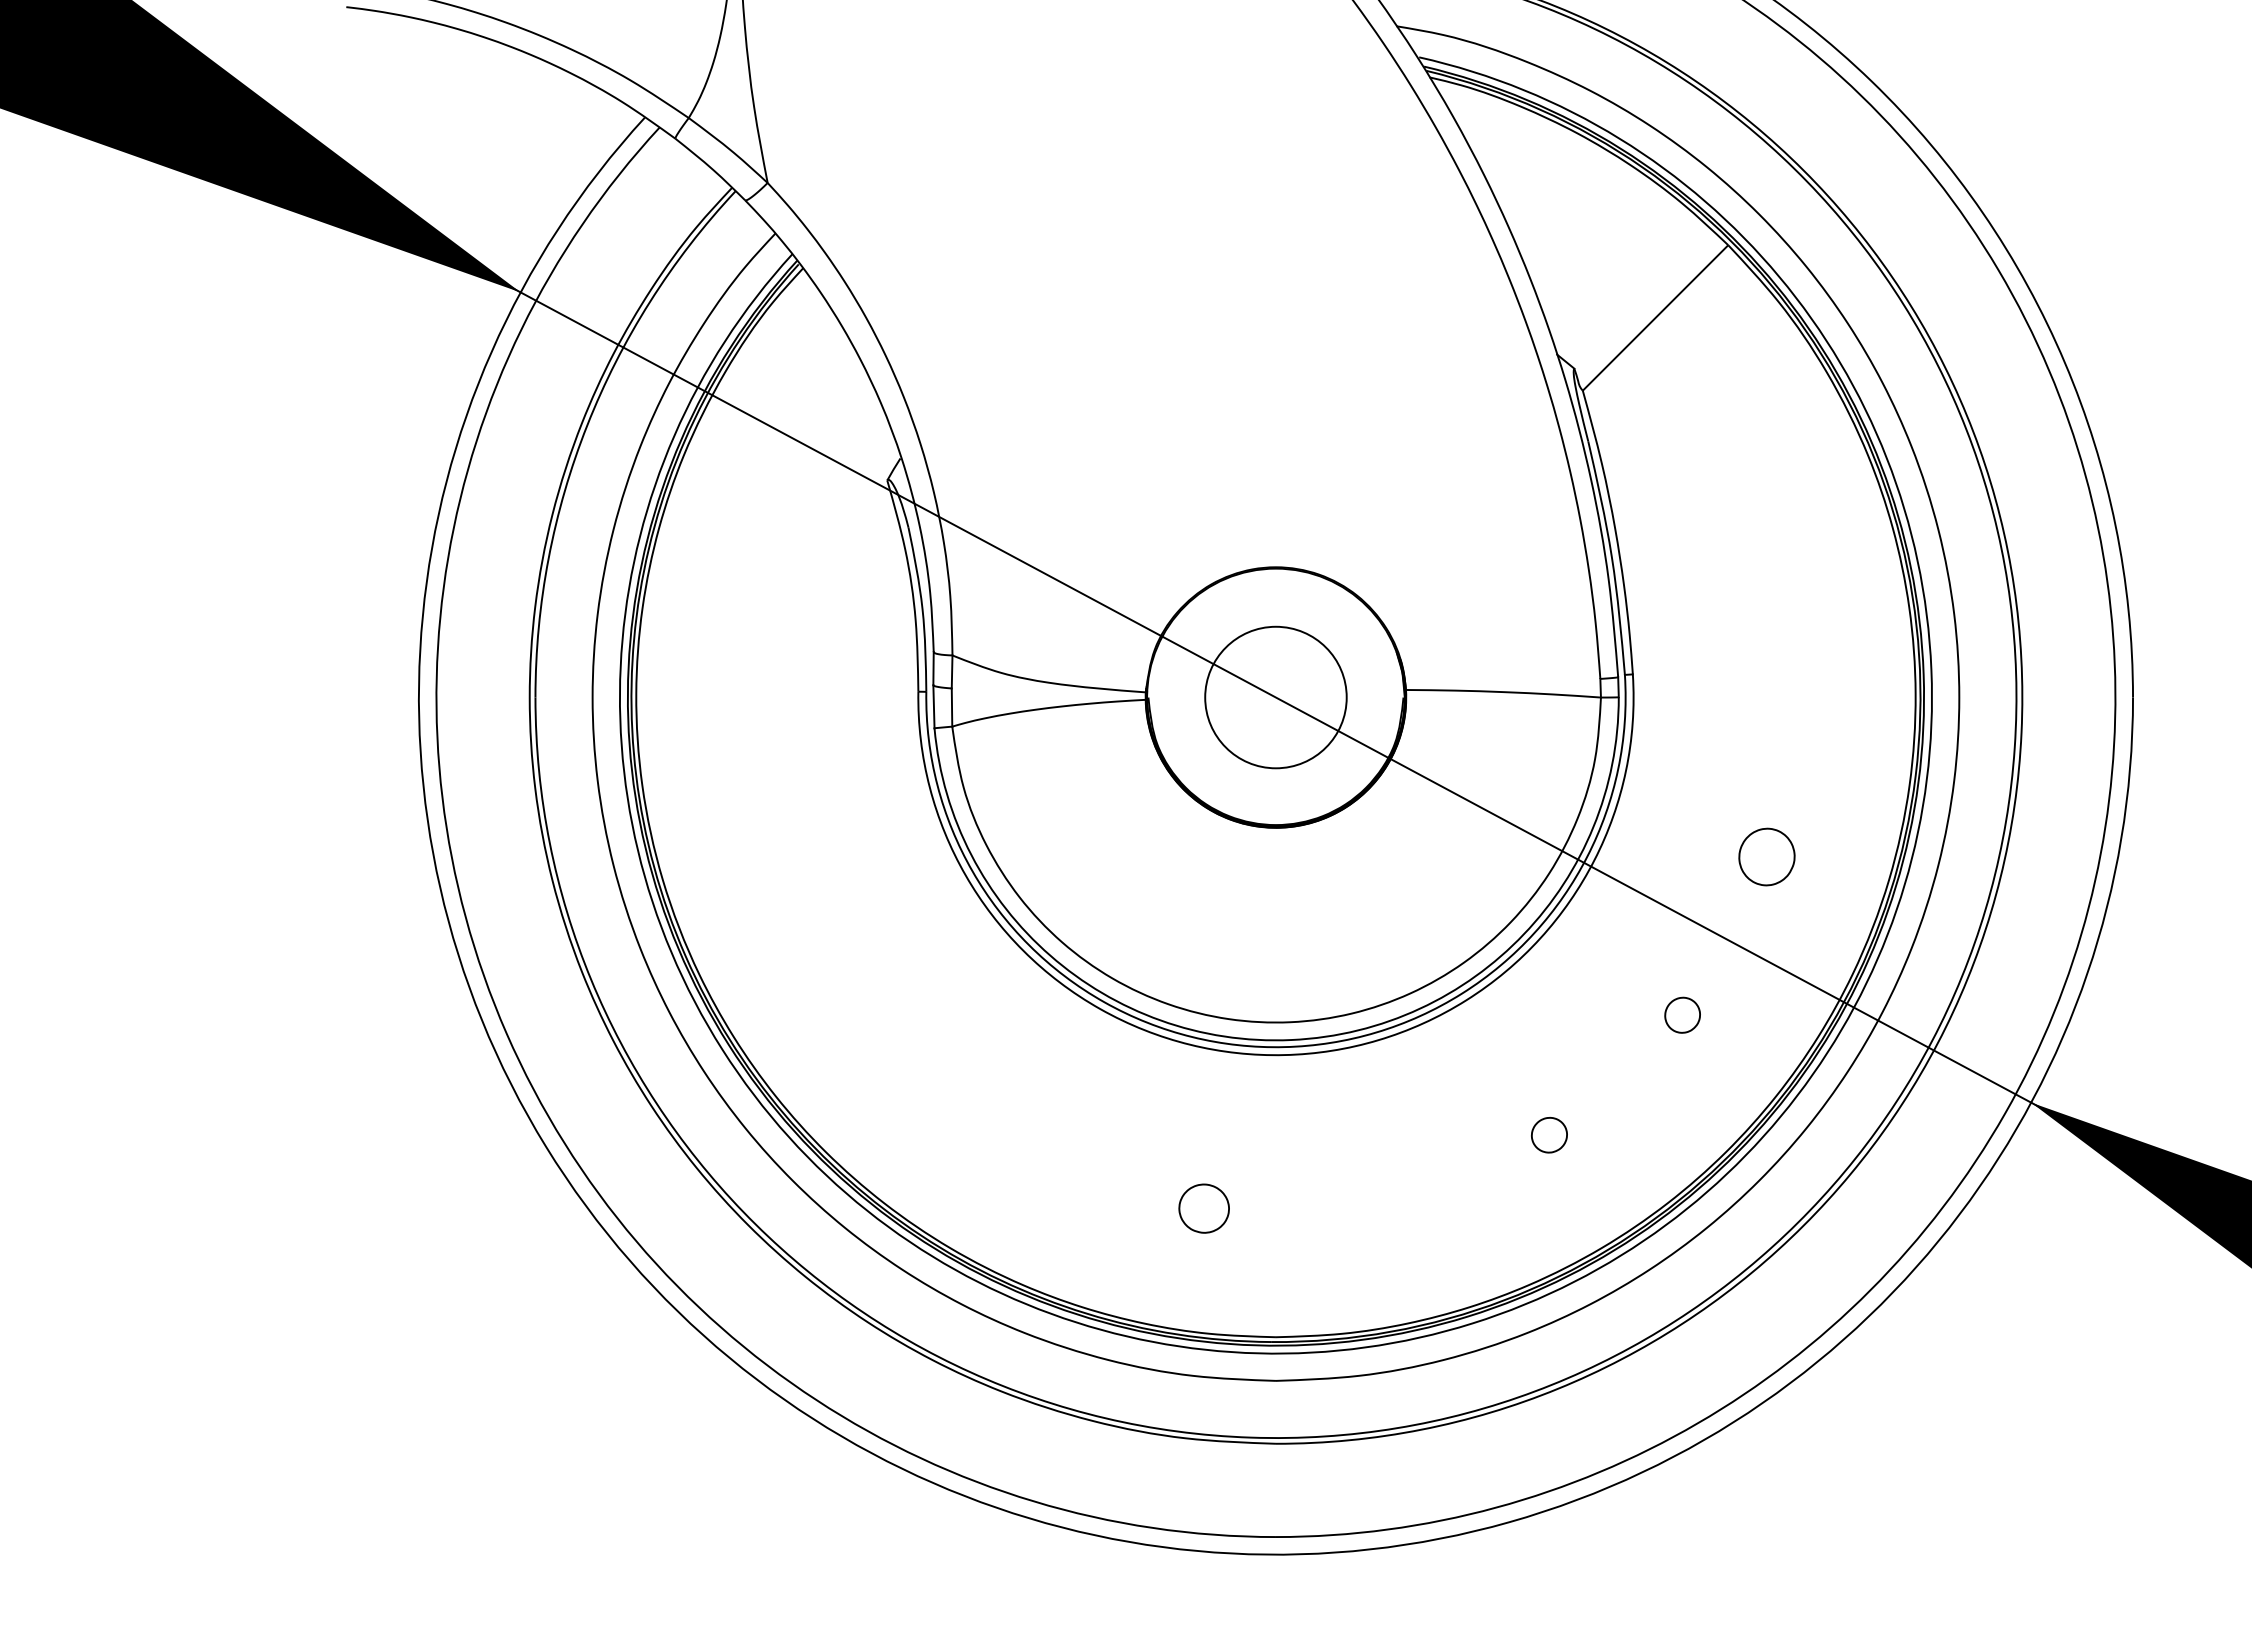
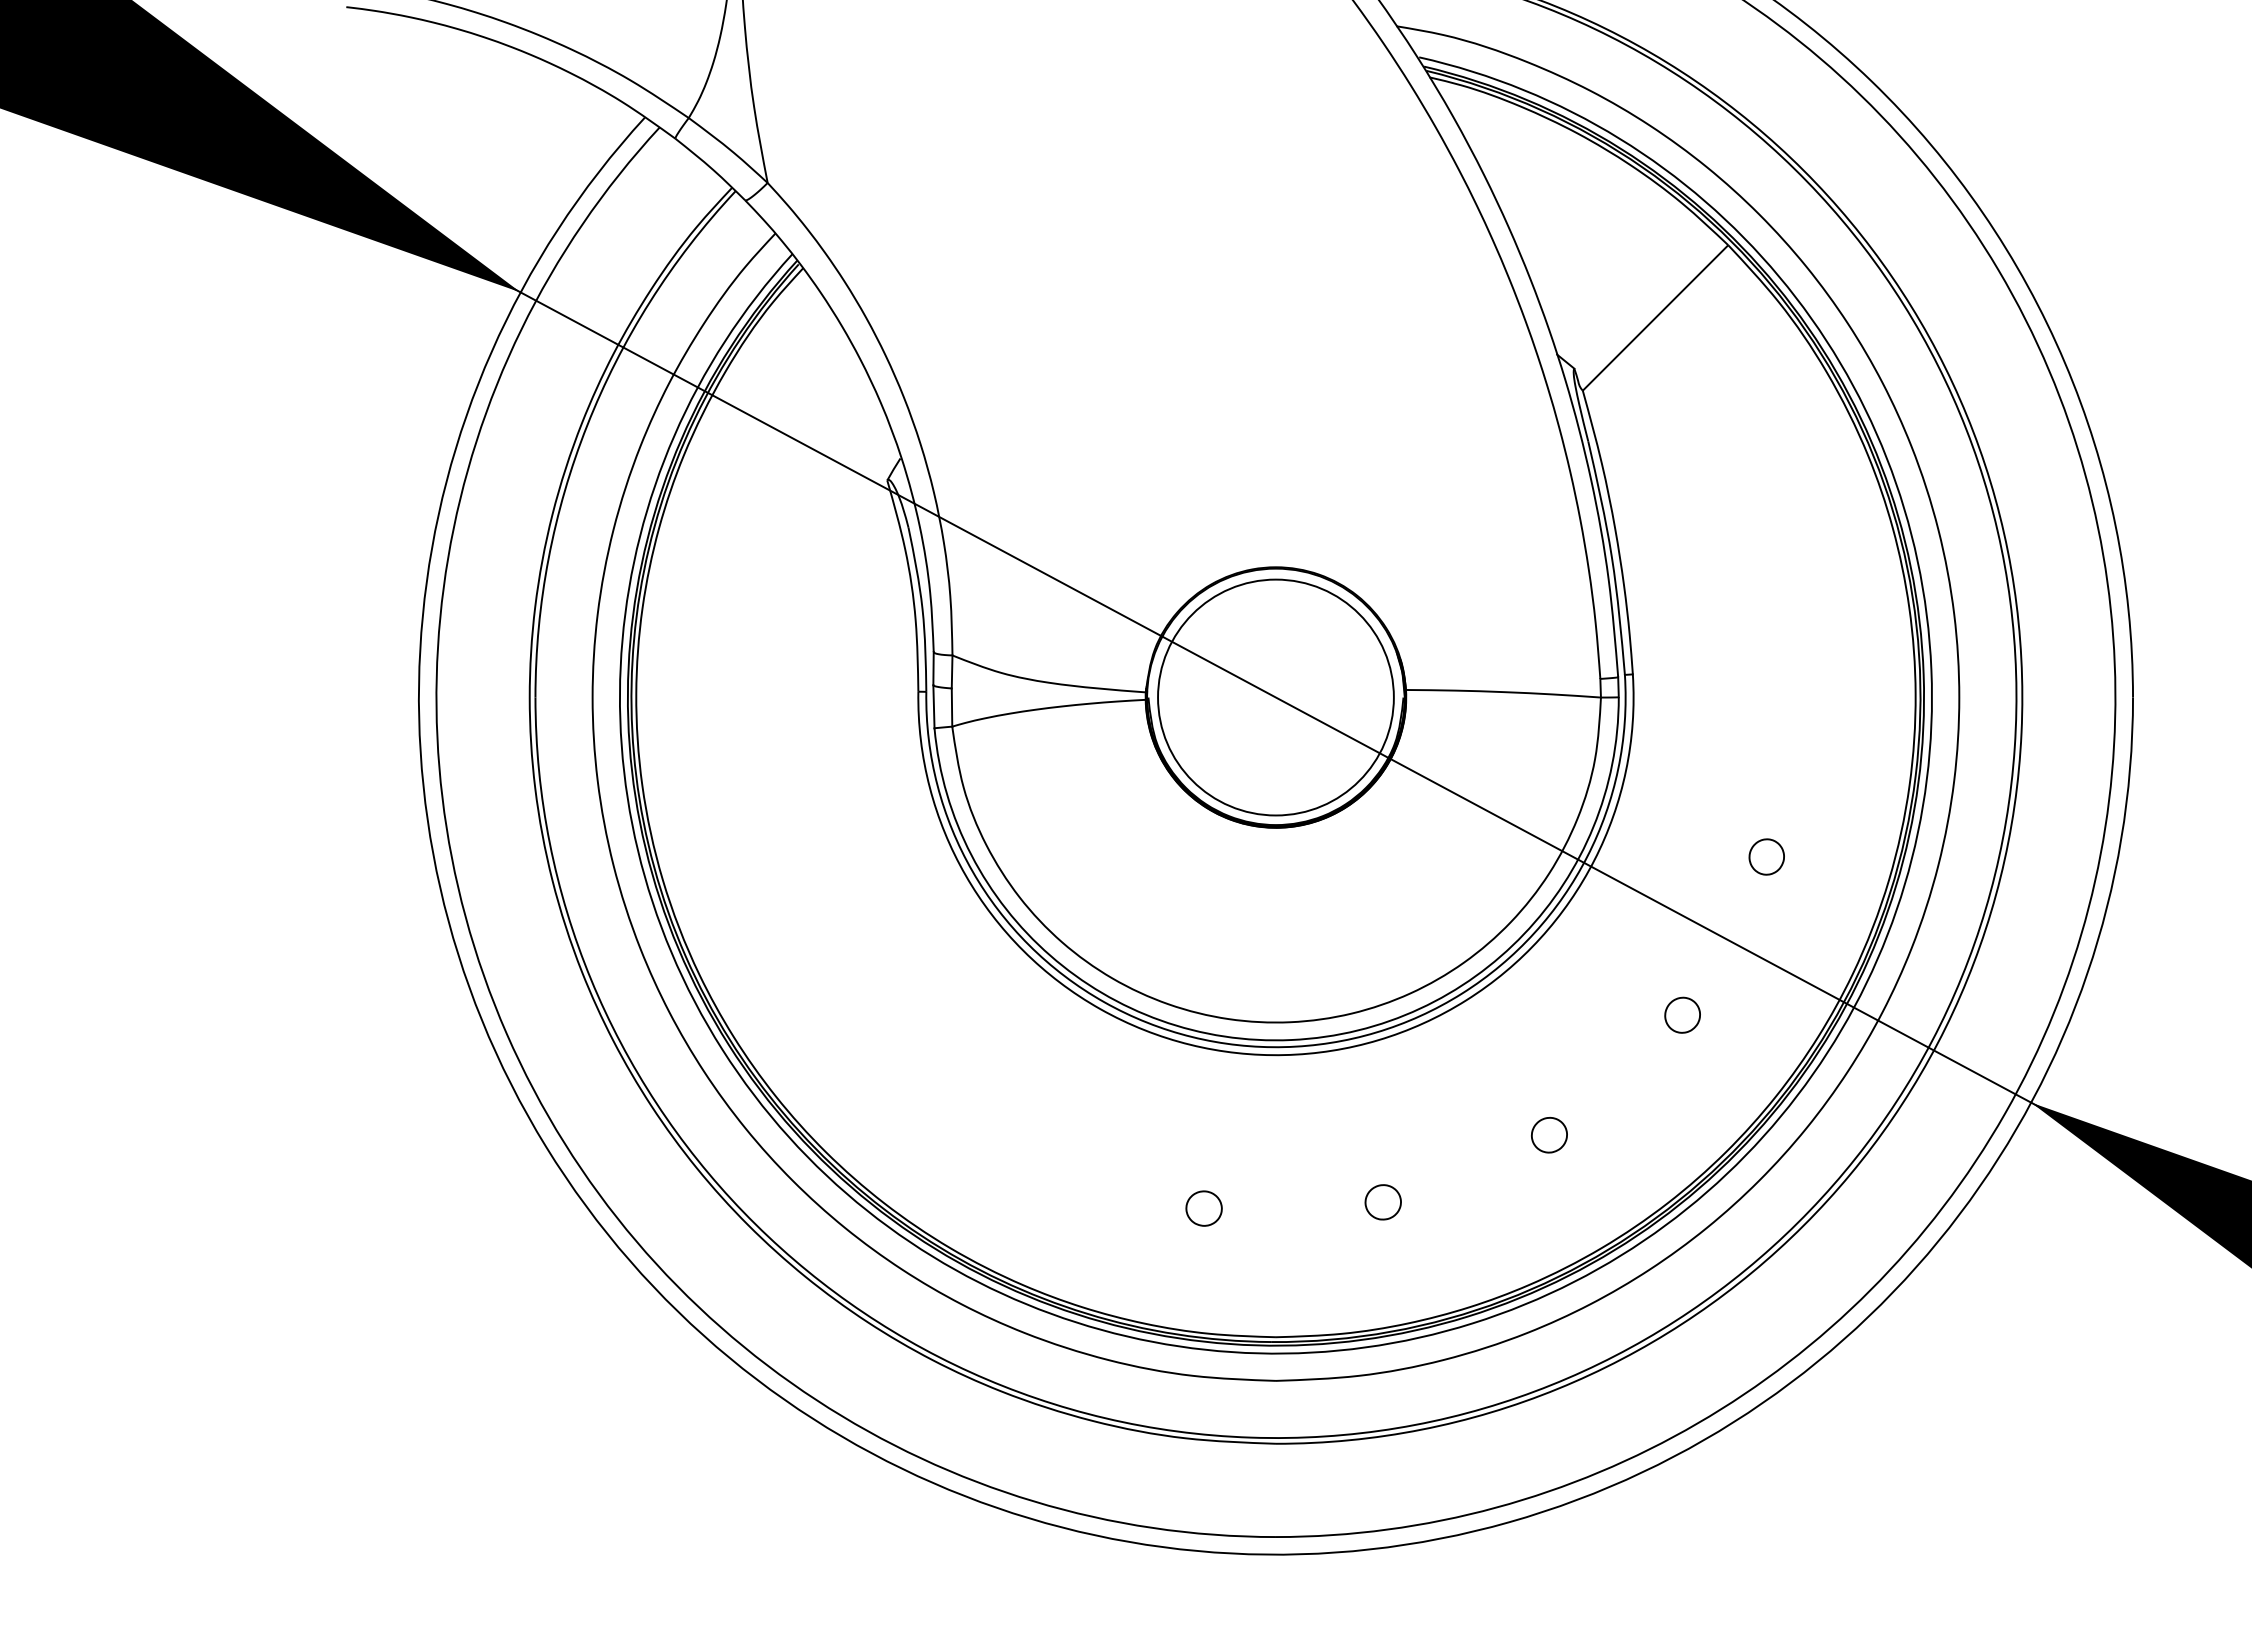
circle at (1275, 697) diameter: 142 px -> 236 px
part at (1766, 856) size: 58x60 px -> 37x38 px
part at (1382, 1202): none -> present
part at (1203, 1208) size: 52x51 px -> 38x37 px
